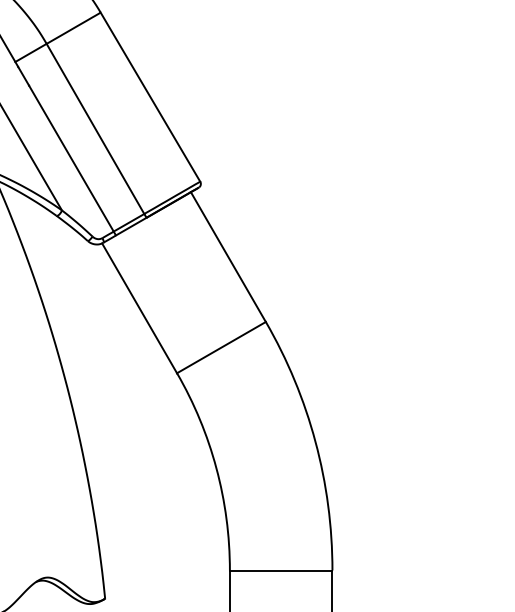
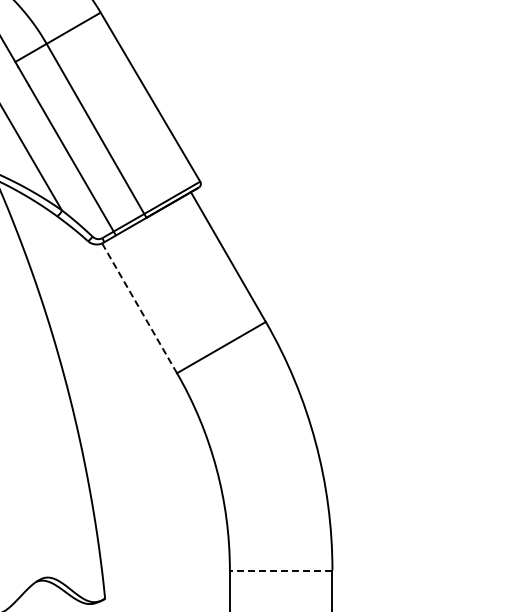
line at (139, 308): solid -> dashed
line at (280, 570): solid -> dashed
